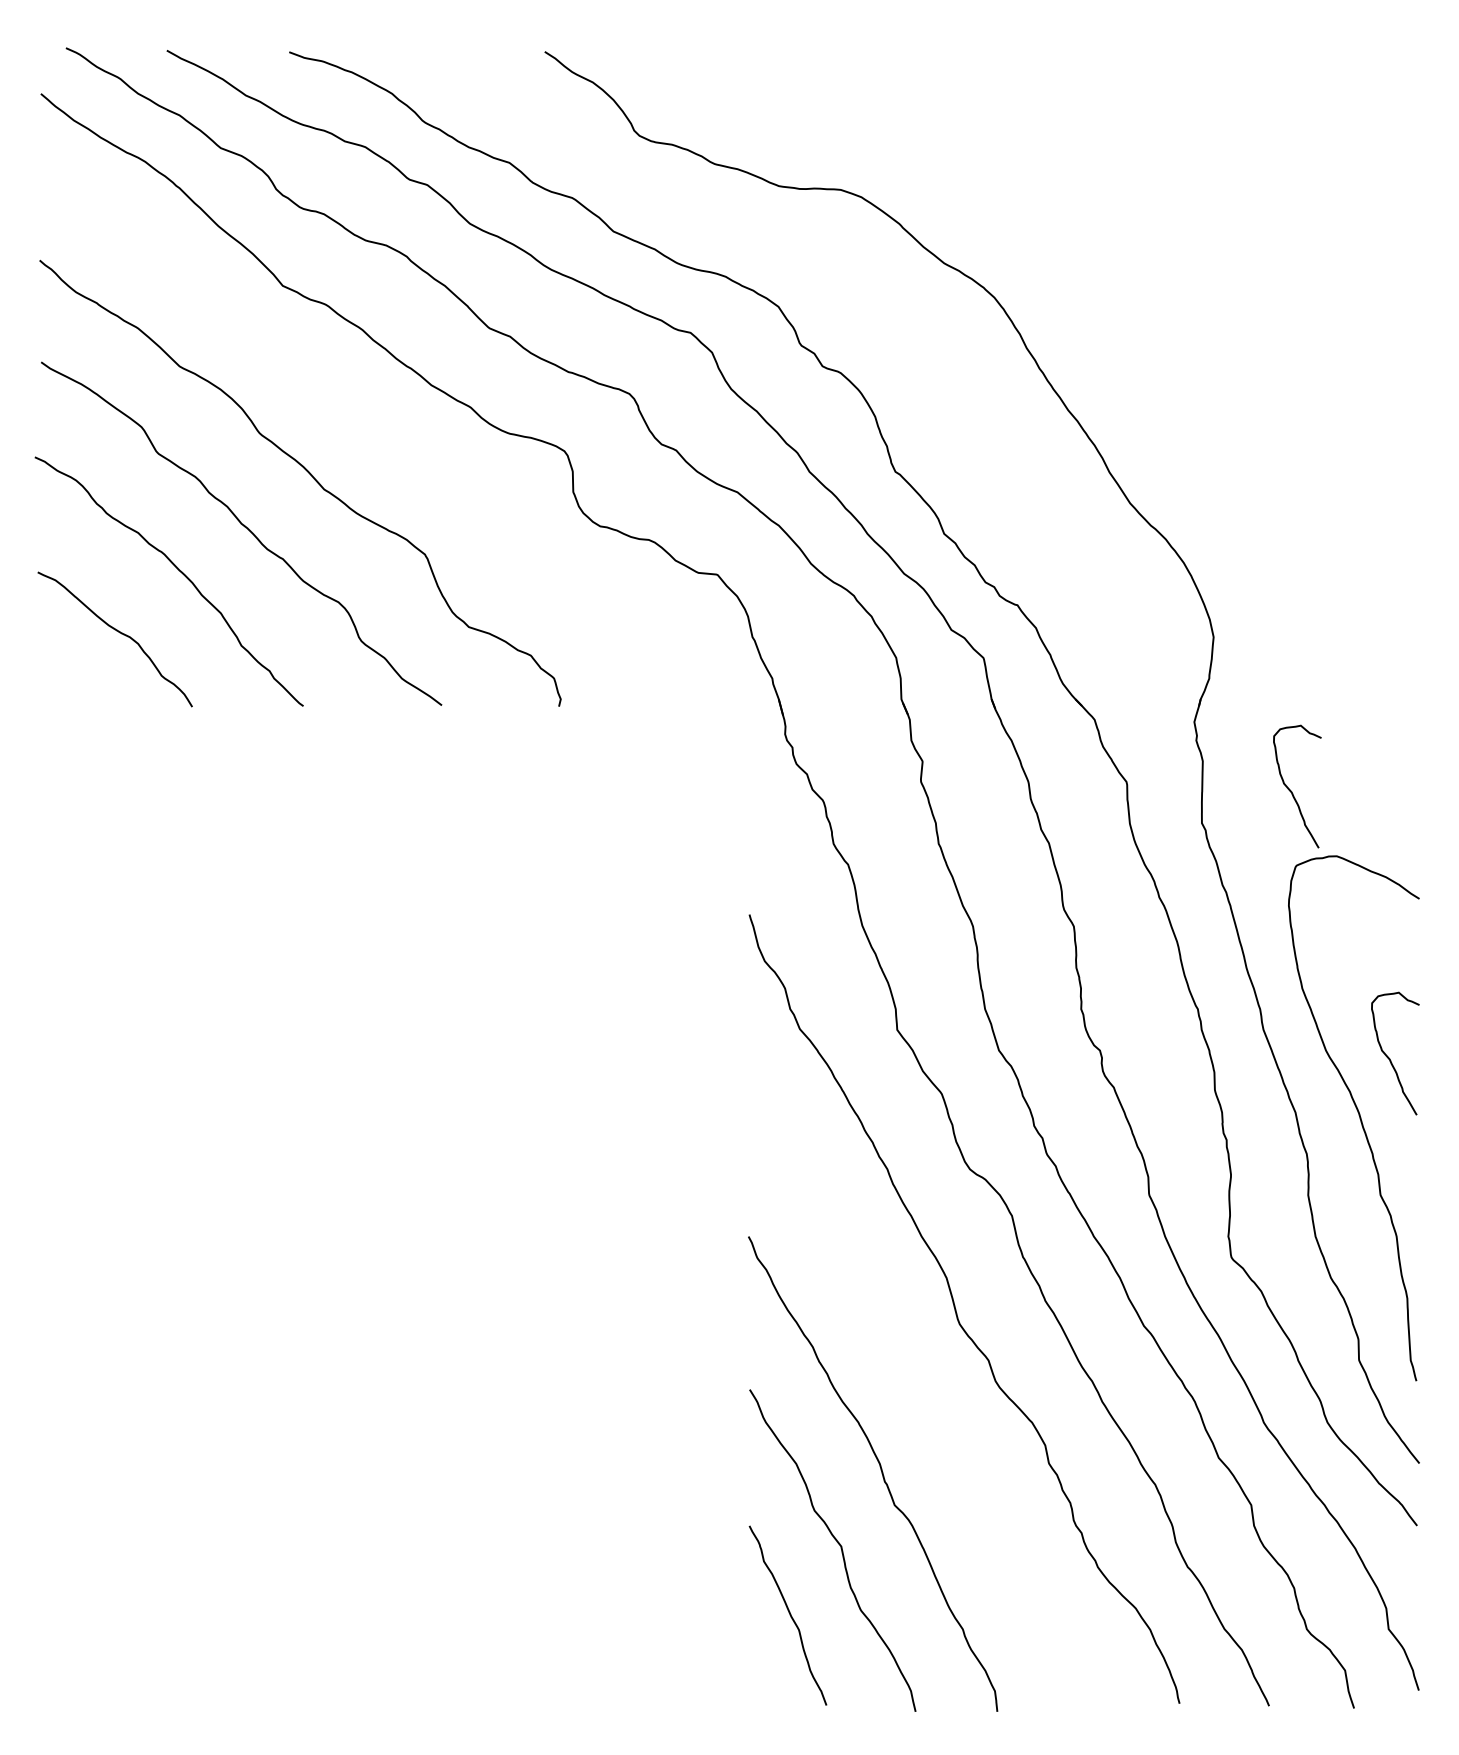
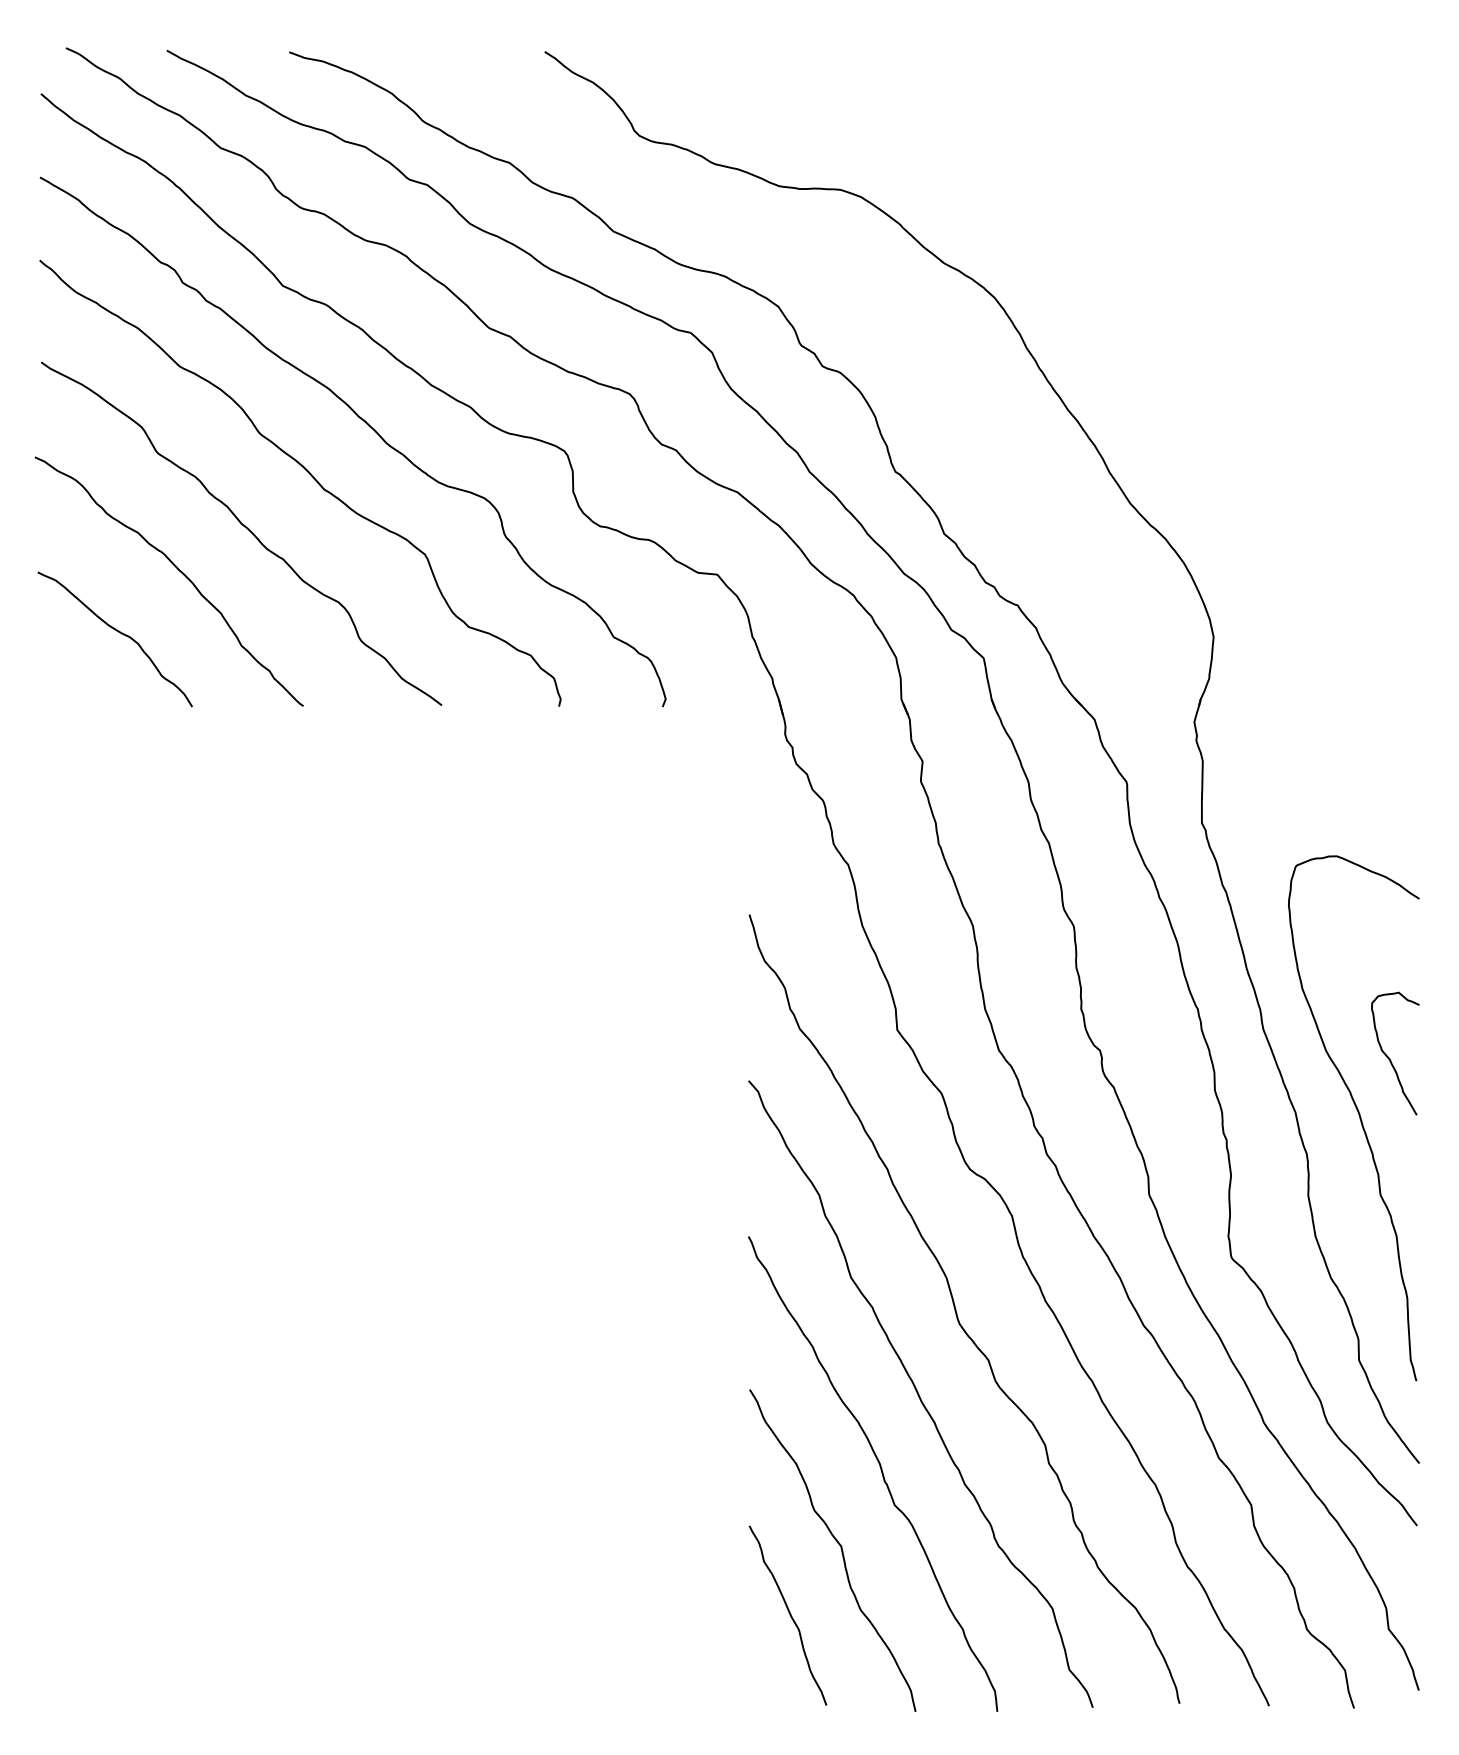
curve at (367, 425): none -> present
curve at (1292, 791): present -> none
curve at (919, 1394): none -> present
